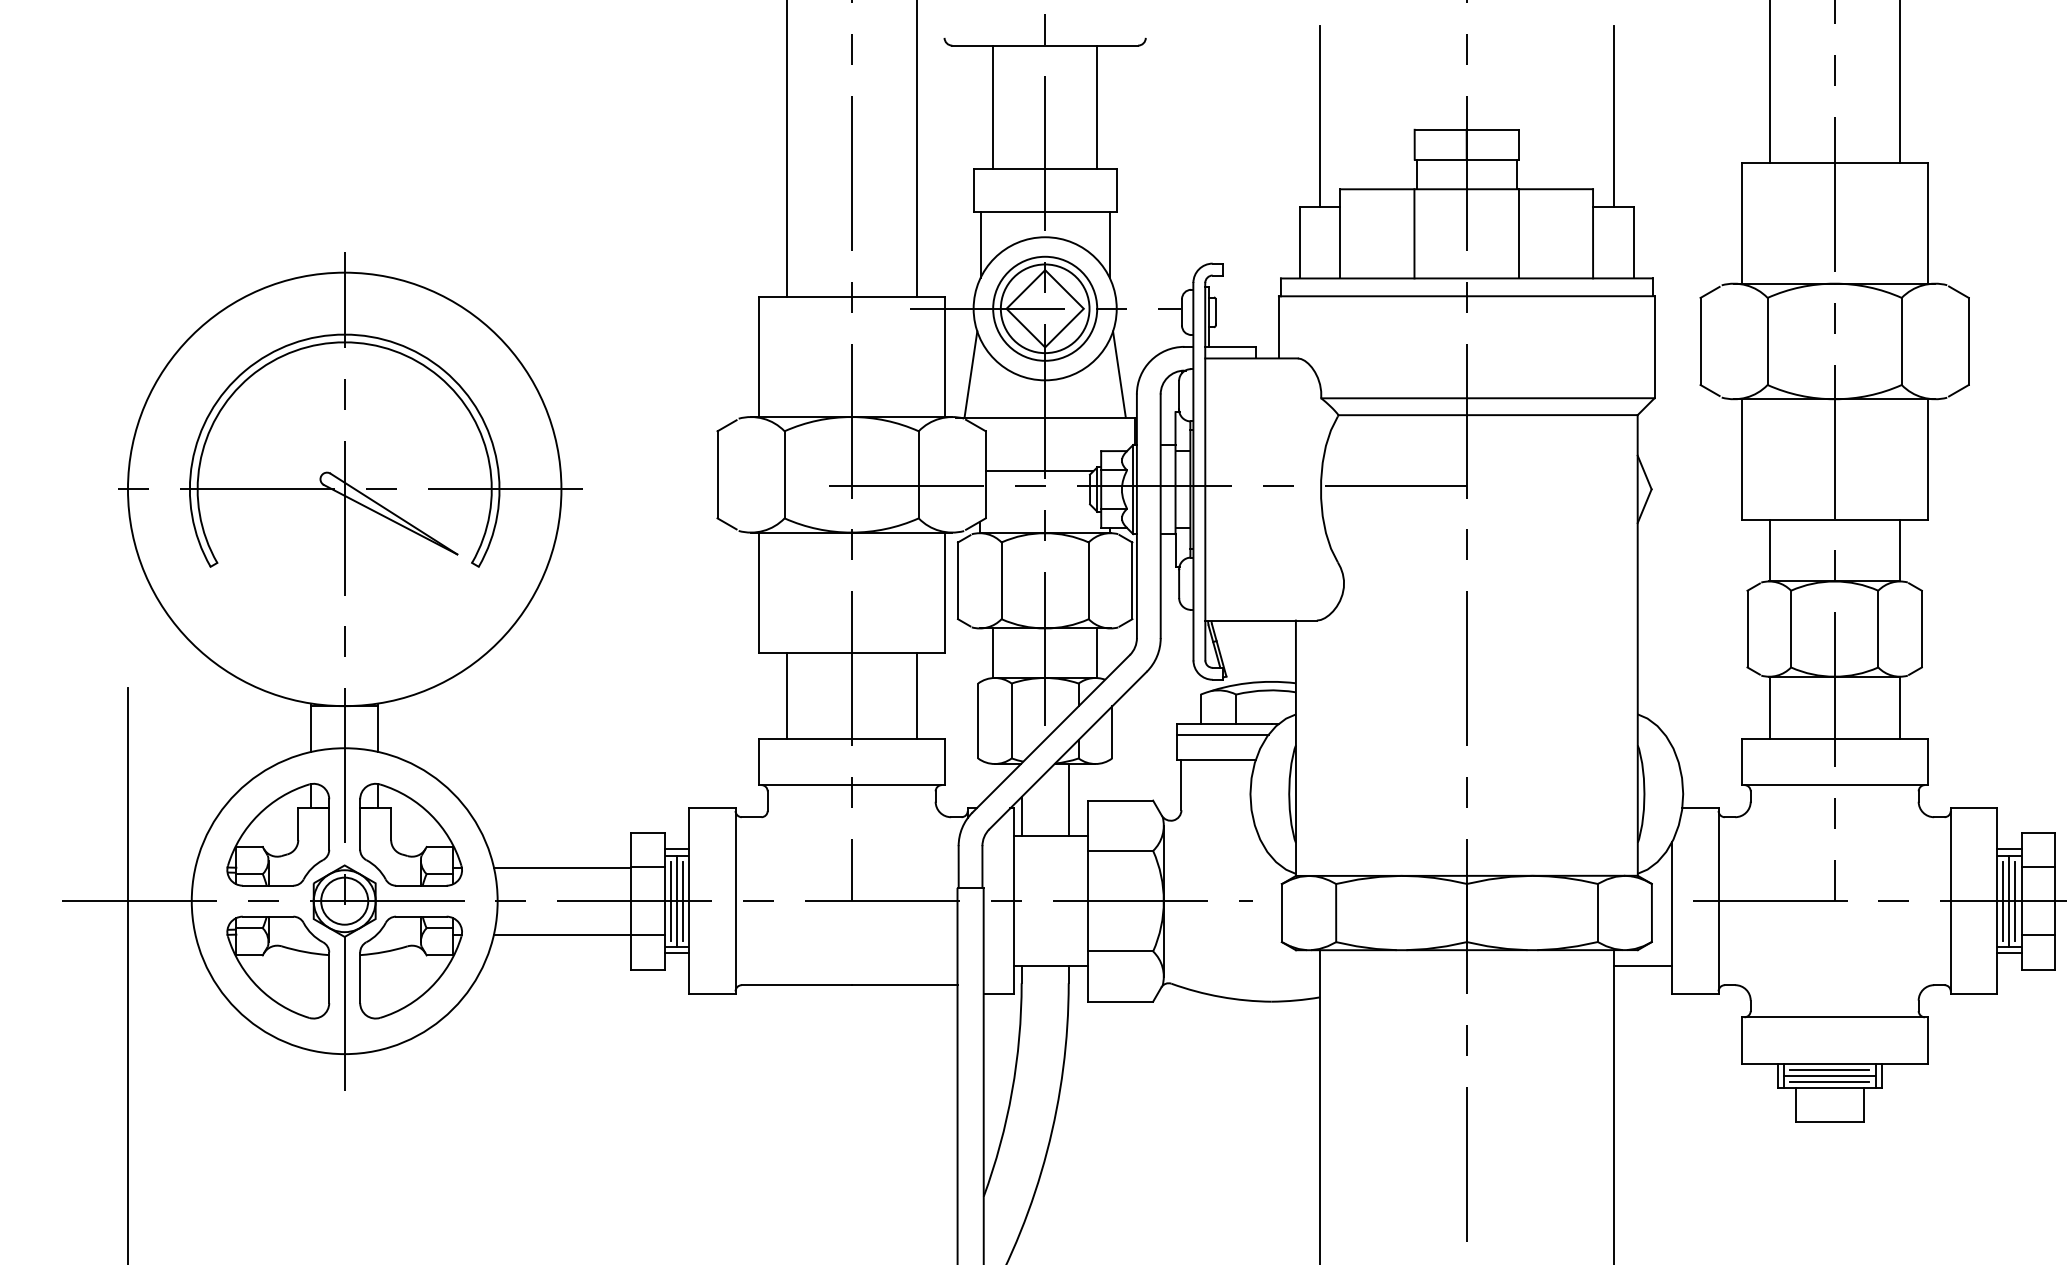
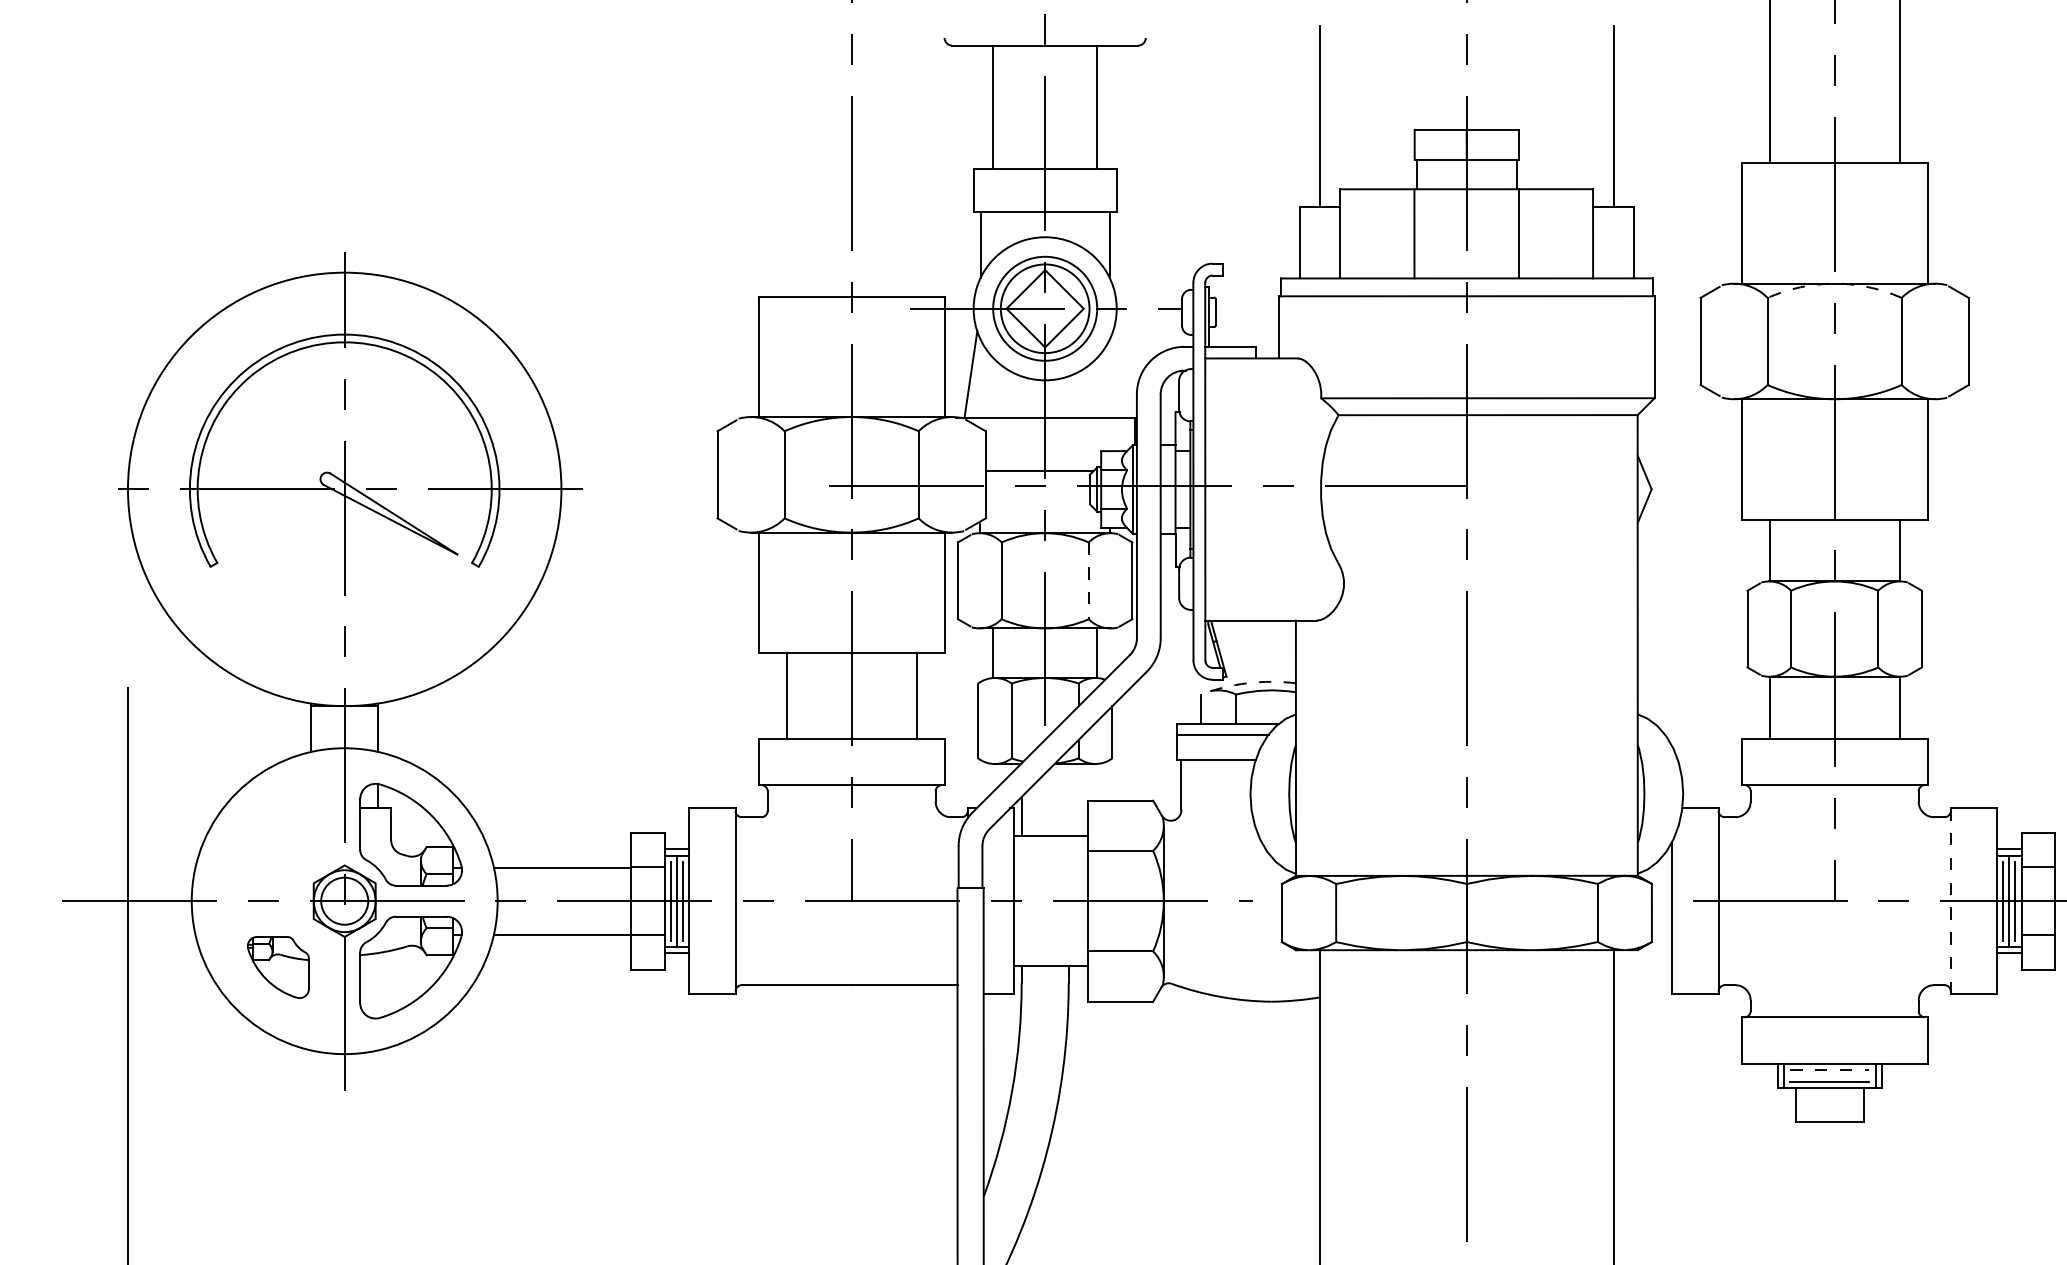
line at (786, 149): present -> none
line at (916, 149): present -> none
arc at (1834, 283): solid -> dashed
line at (1119, 374): present -> none
line at (1088, 581): solid -> dashed
arc at (1247, 683): solid -> dashed
line at (1068, 800): present -> none
part at (278, 834): present -> none
line at (1950, 901): solid -> dashed
line at (1643, 966): present -> none
part at (278, 967) size: 105x105 px -> 64x63 px
line at (1829, 1069): solid -> dashed
line at (1829, 1075): present -> none
